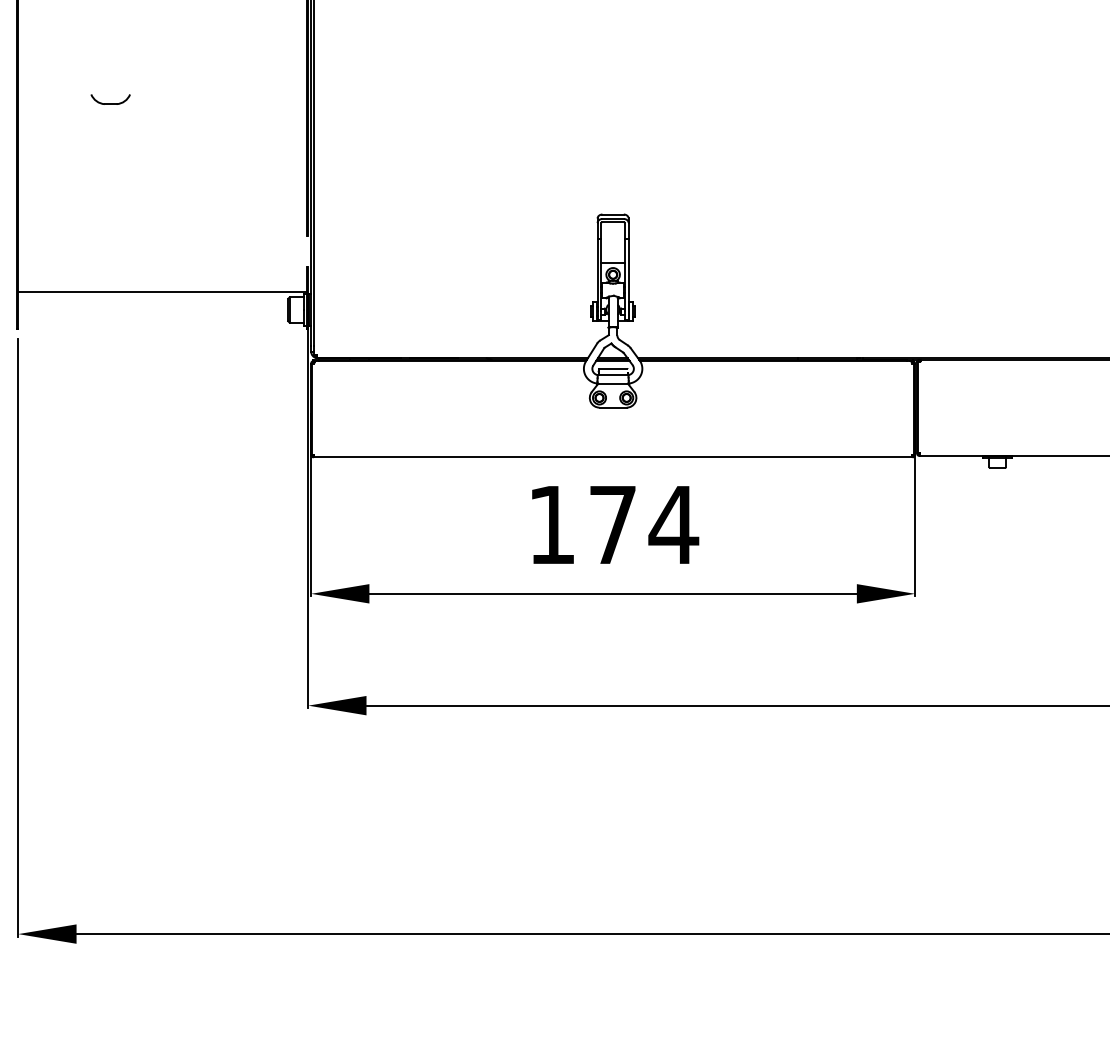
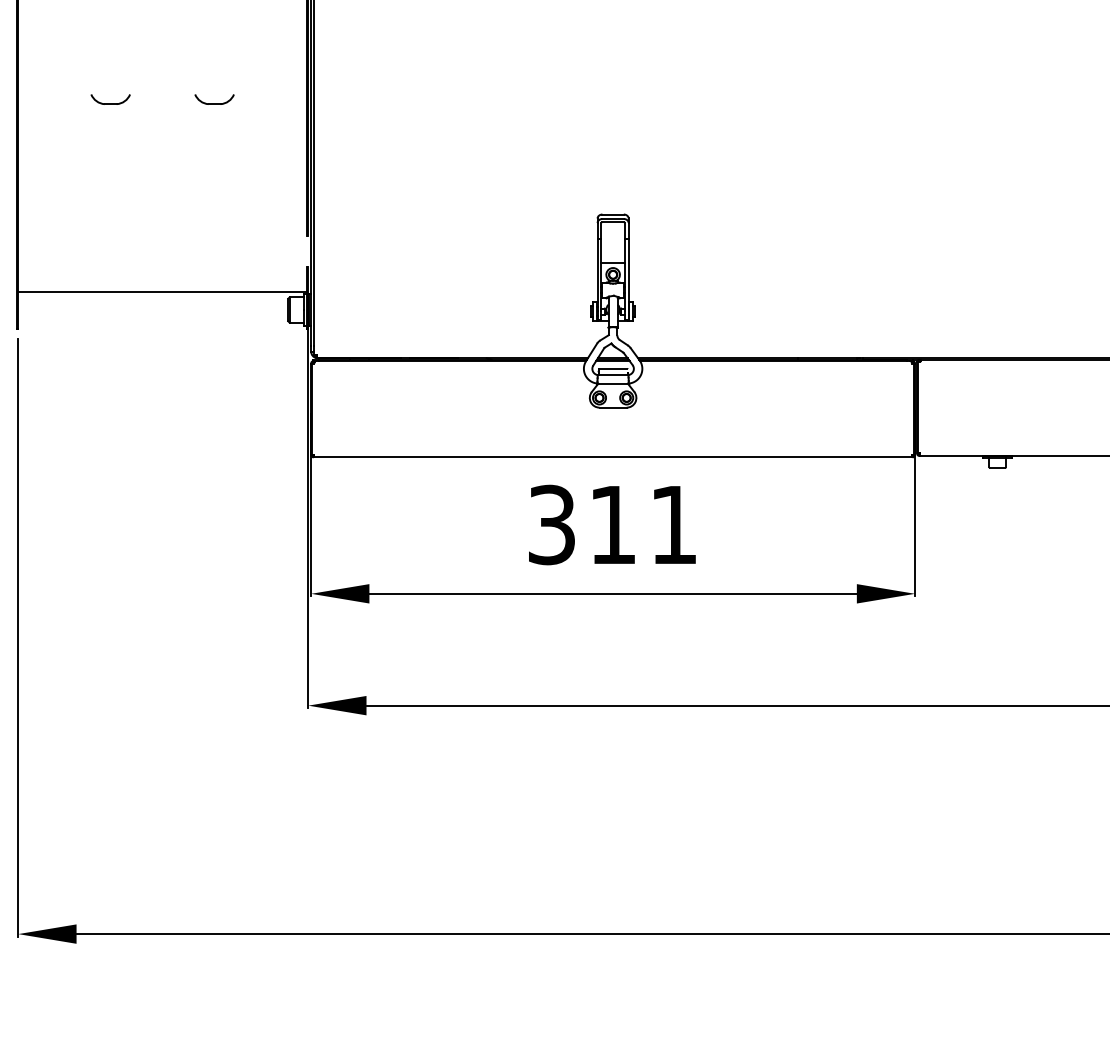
part at (214, 99): none -> present
text at (614, 524): 174 -> 311
